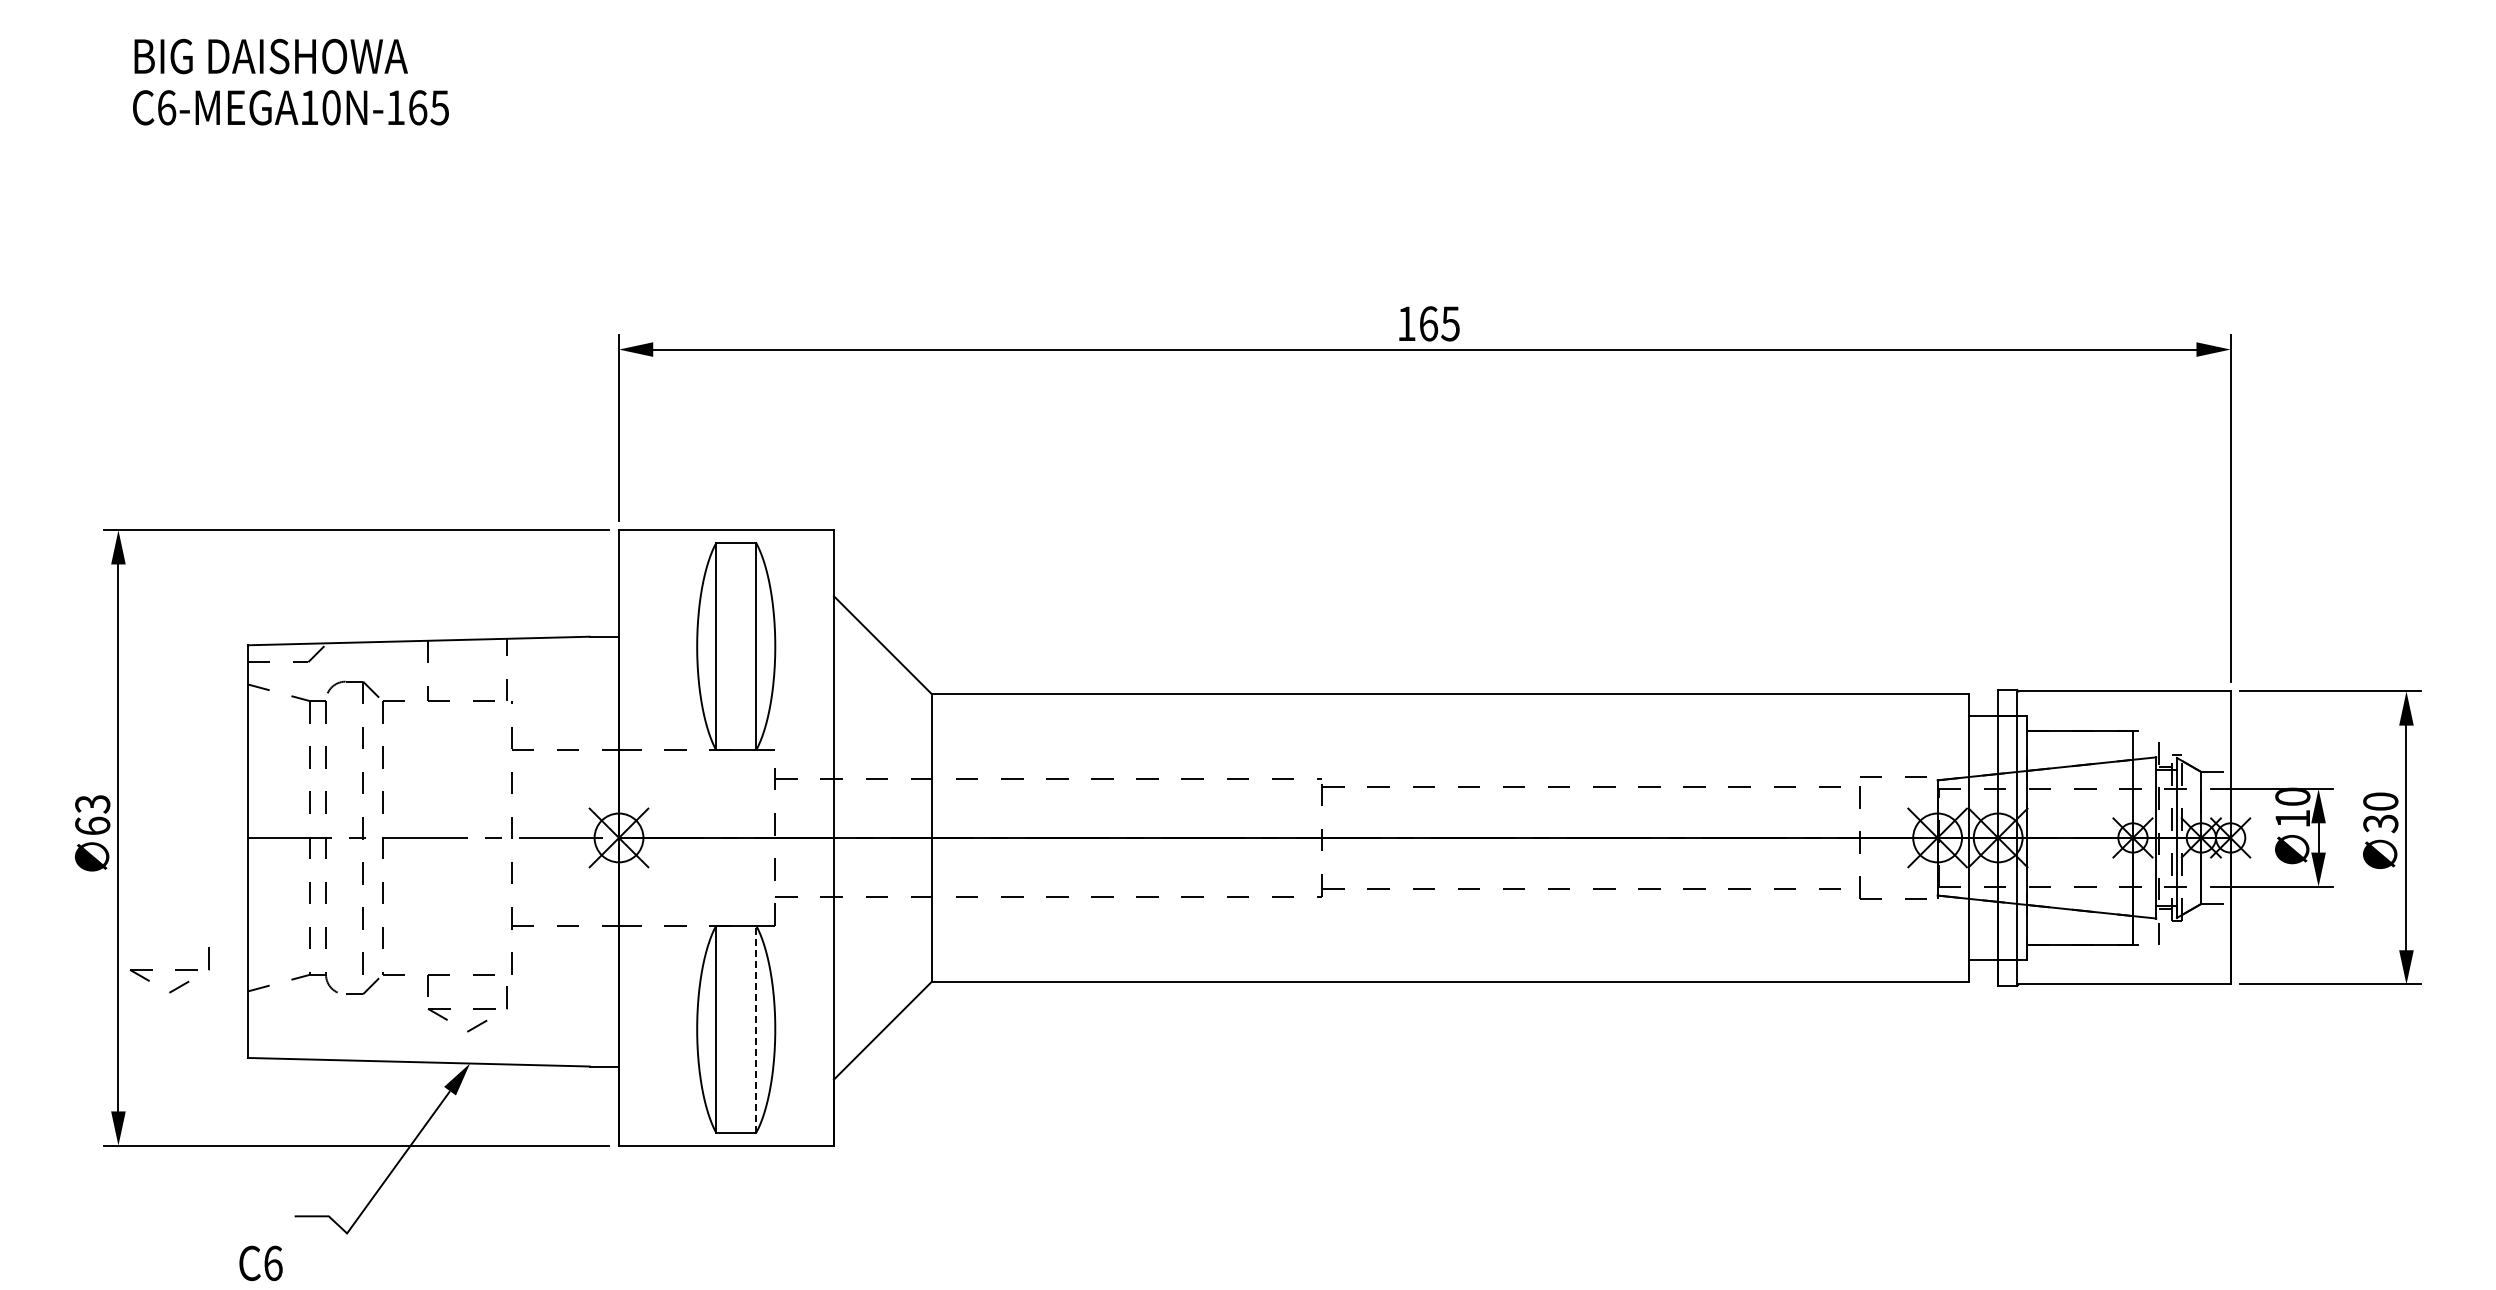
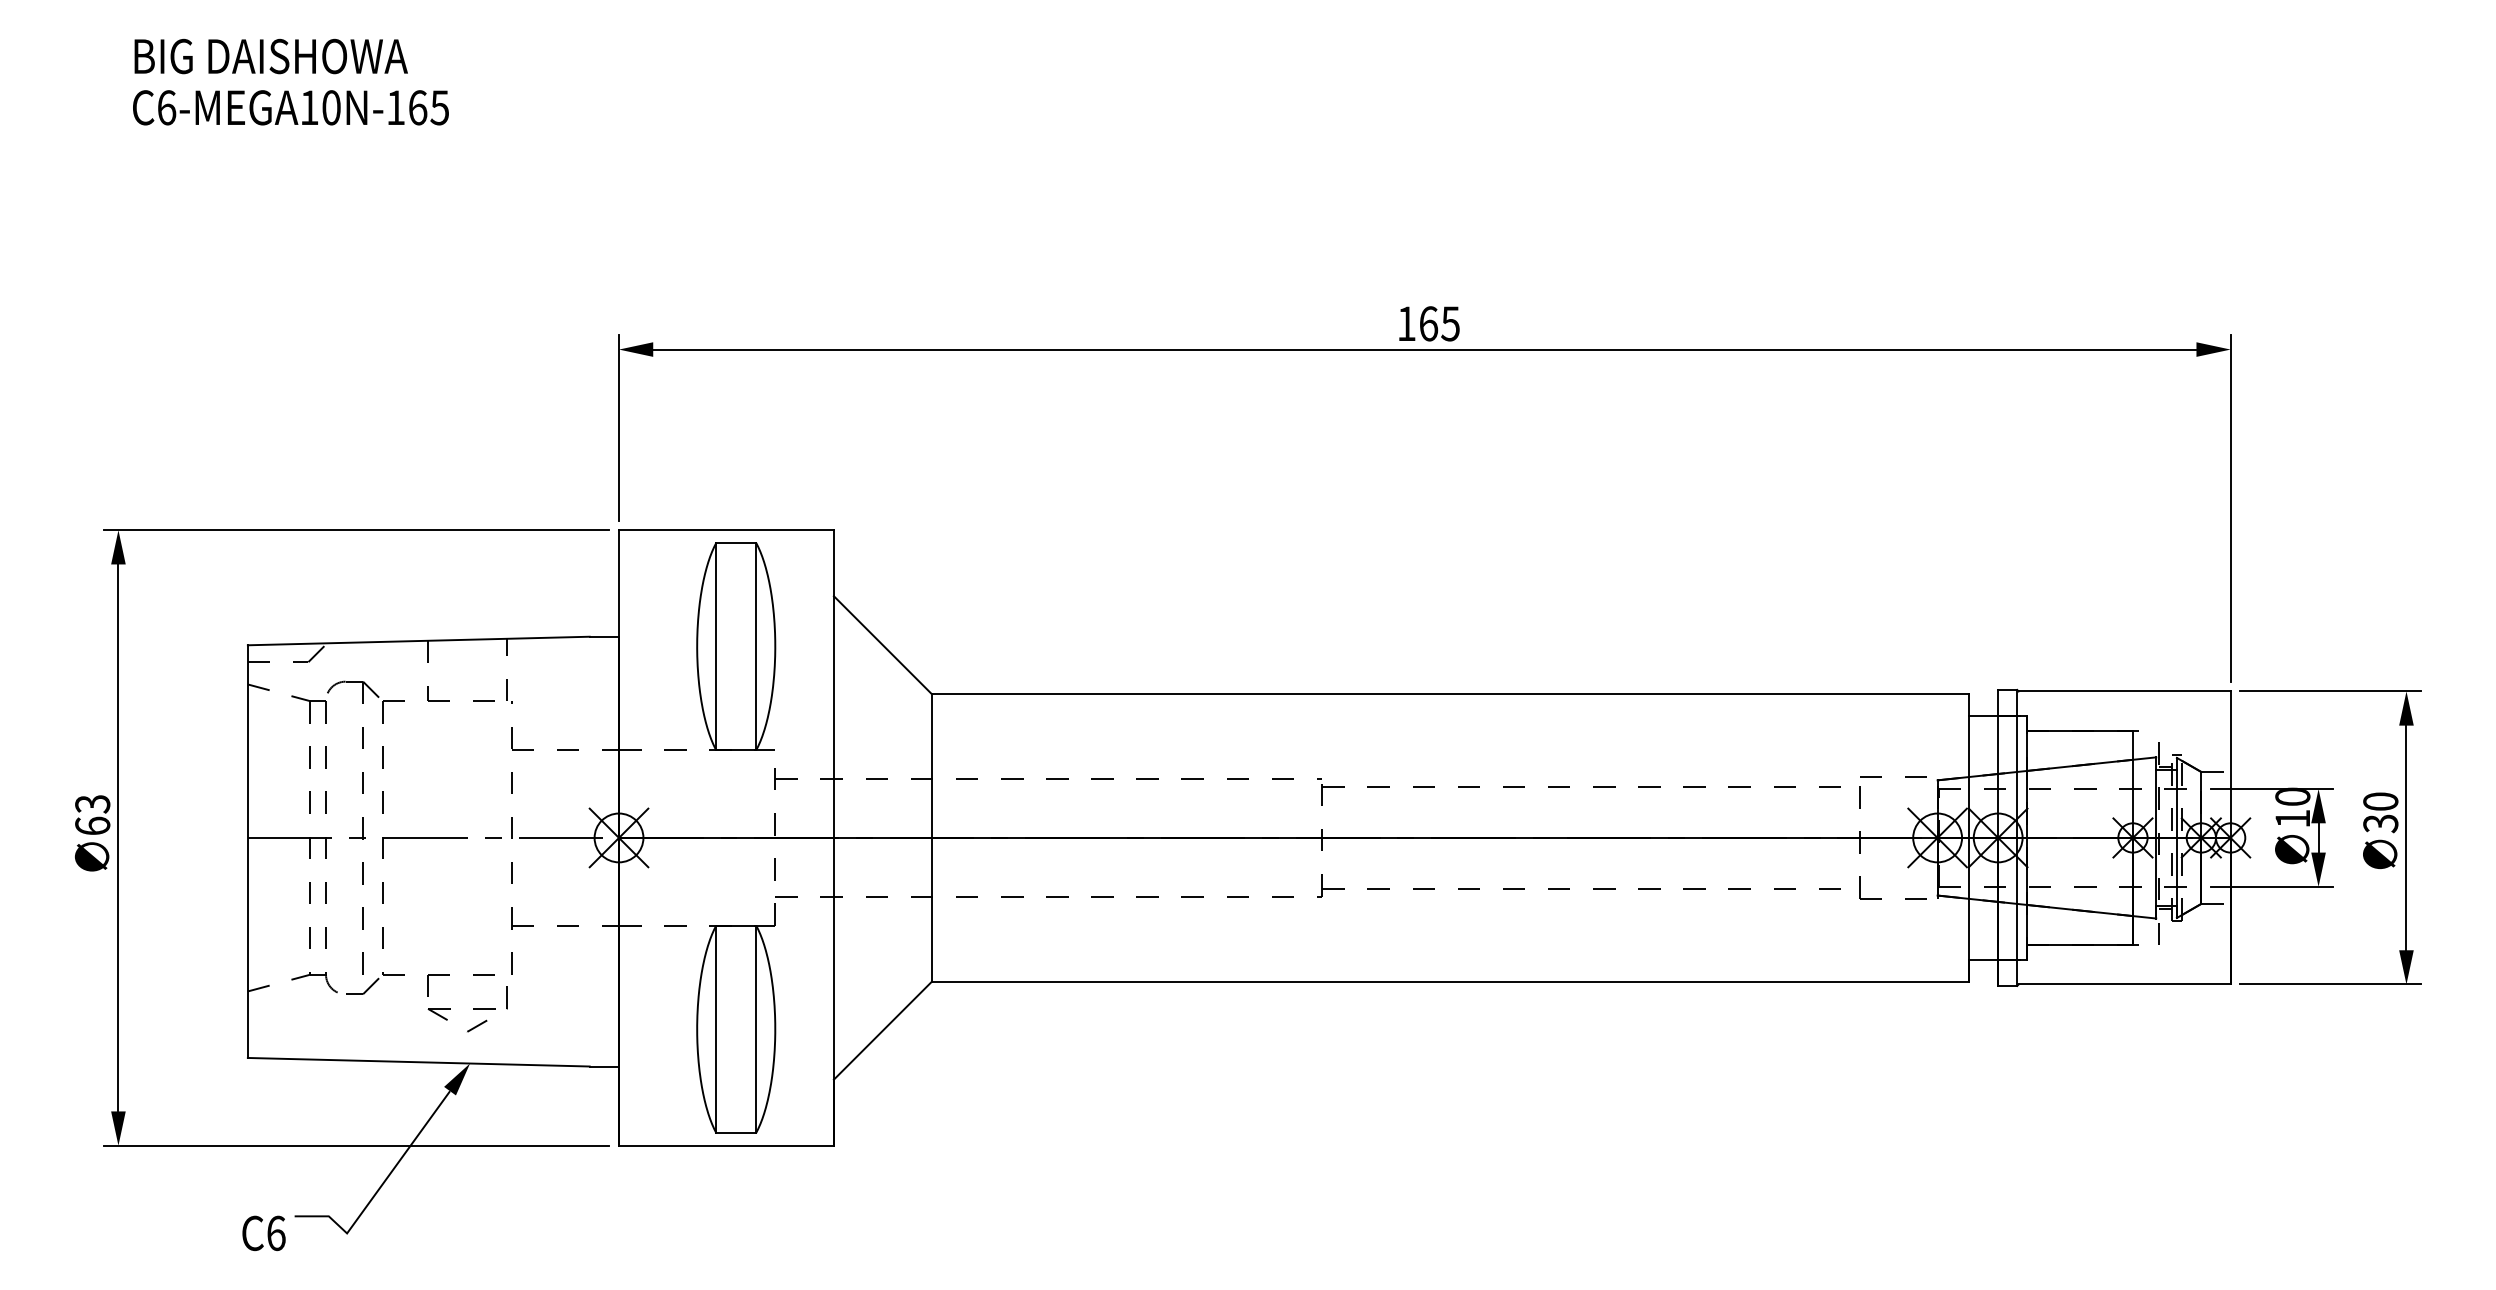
part at (169, 970): present -> none
line at (756, 1029): dashed -> solid
text at (260, 1263) position: (260, 1263) -> (263, 1233)
